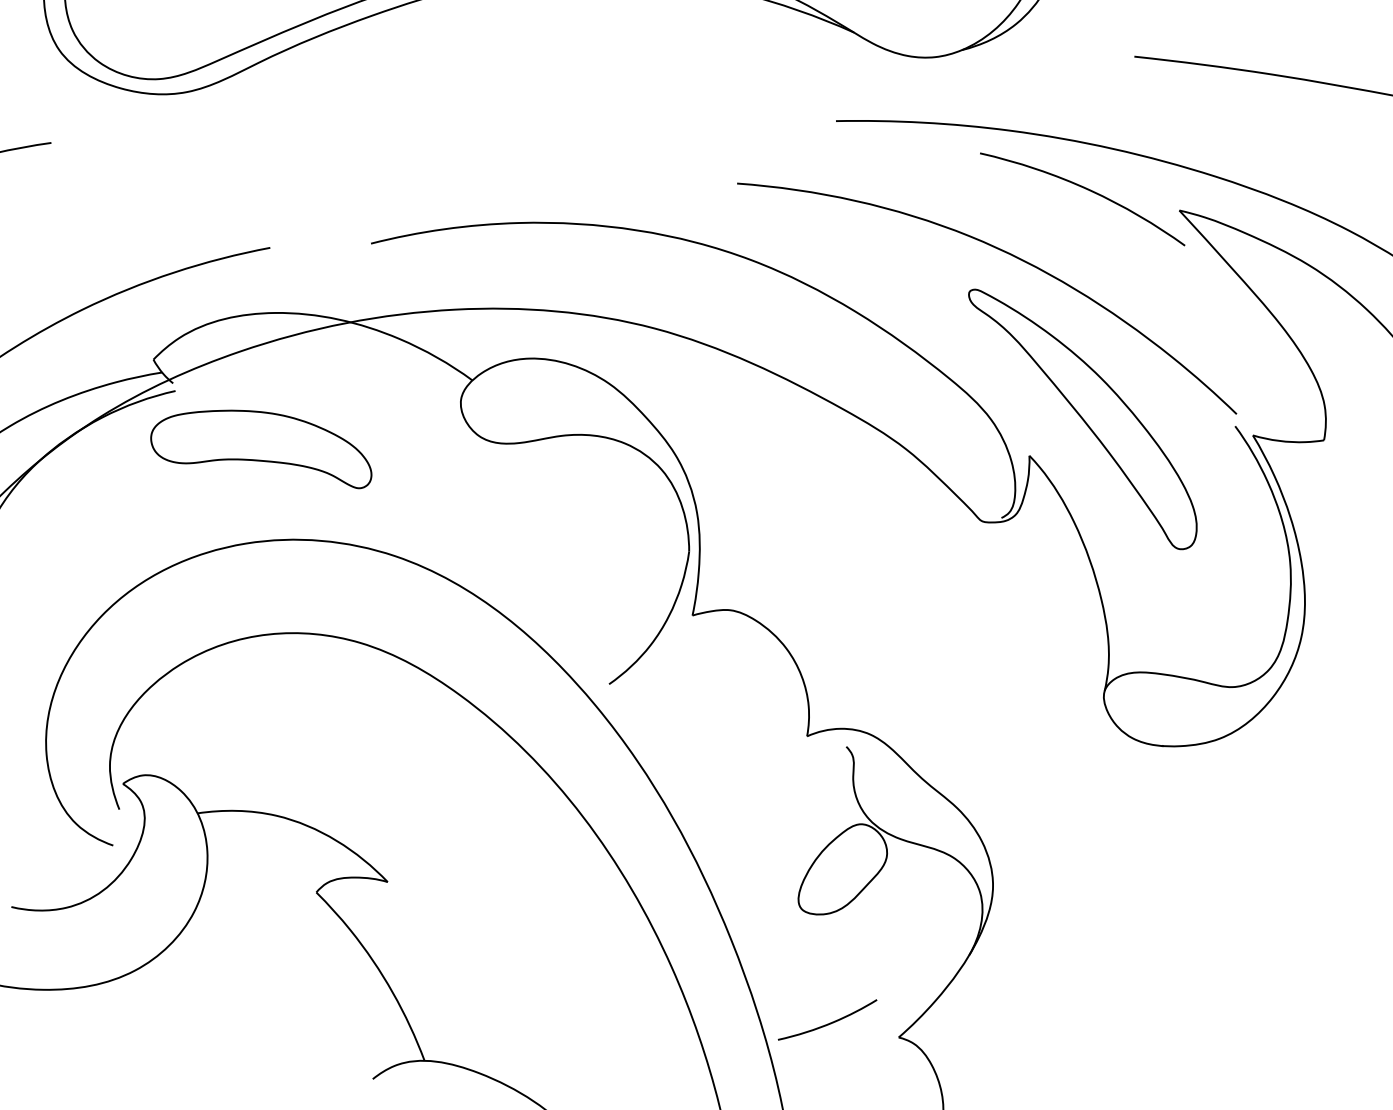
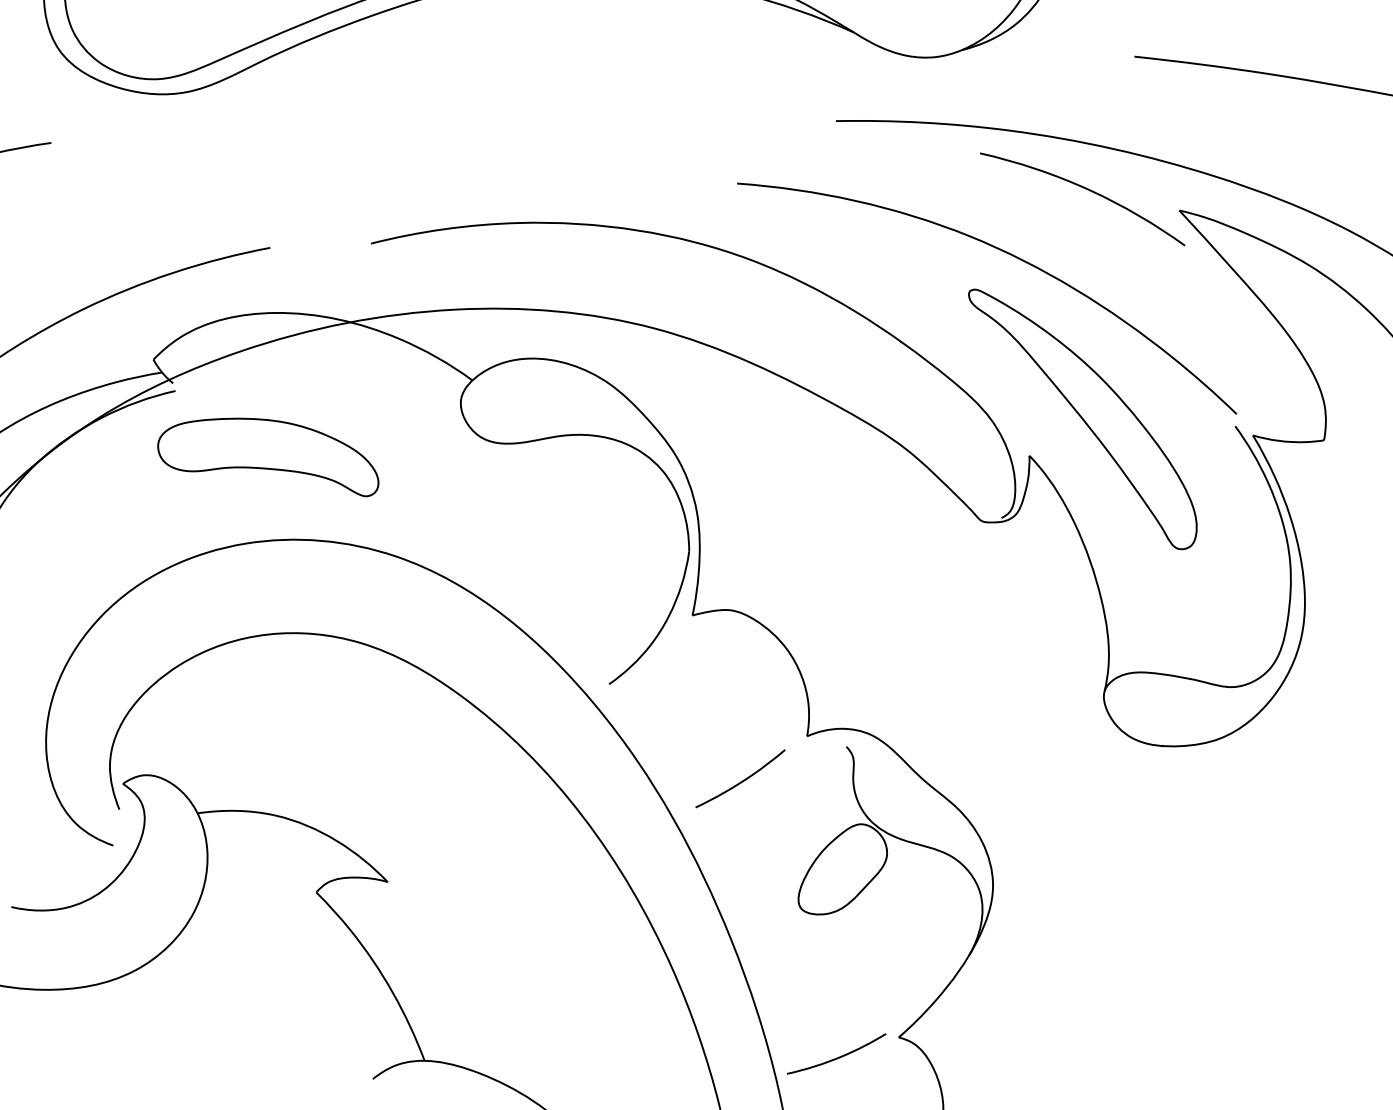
part at (261, 449) position: (261, 449) -> (268, 457)
curve at (742, 780): none -> present
curve at (827, 1023) position: (827, 1023) -> (836, 1057)
